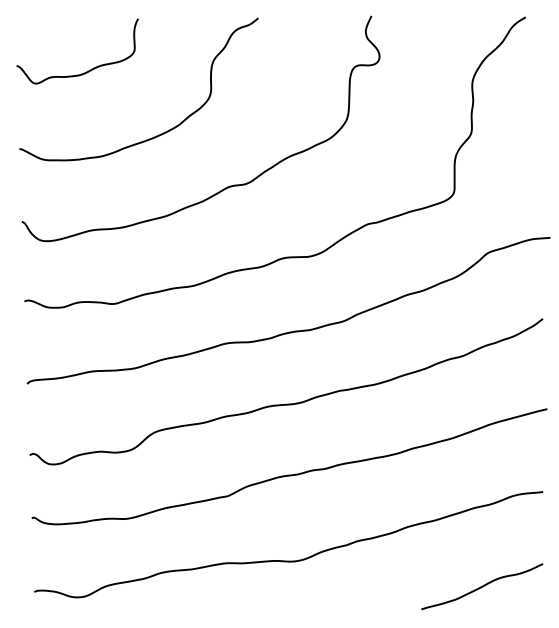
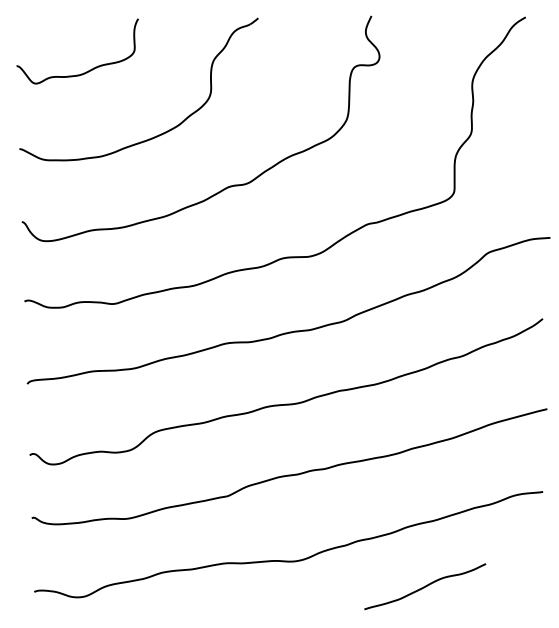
curve at (482, 586) position: (482, 586) -> (425, 586)
